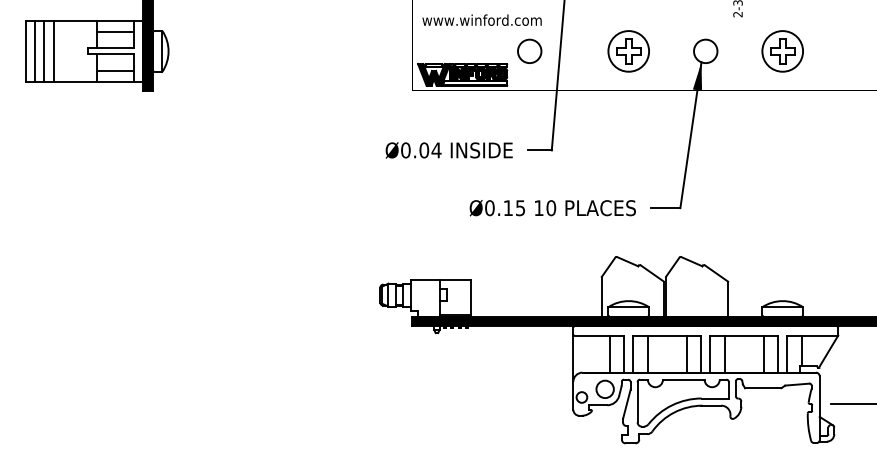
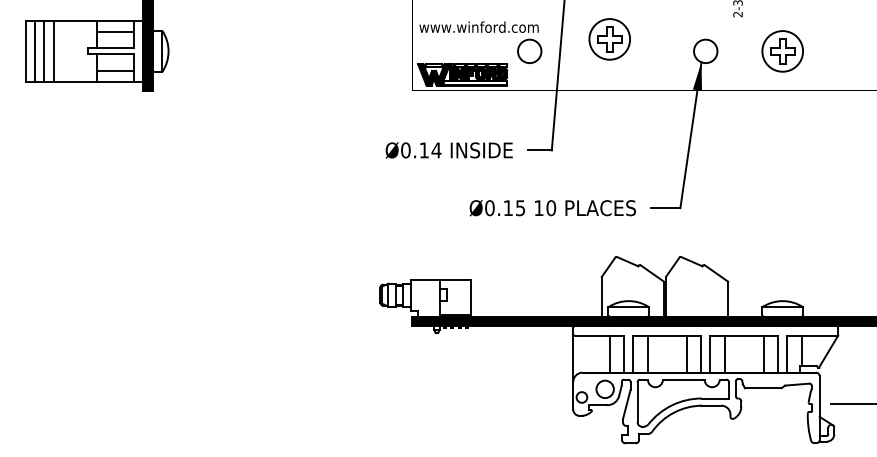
text at (481, 19) position: (481, 19) -> (478, 26)
part at (628, 51) position: (628, 51) -> (609, 39)
text at (424, 150): Ø0.04 -> Ø0.14
